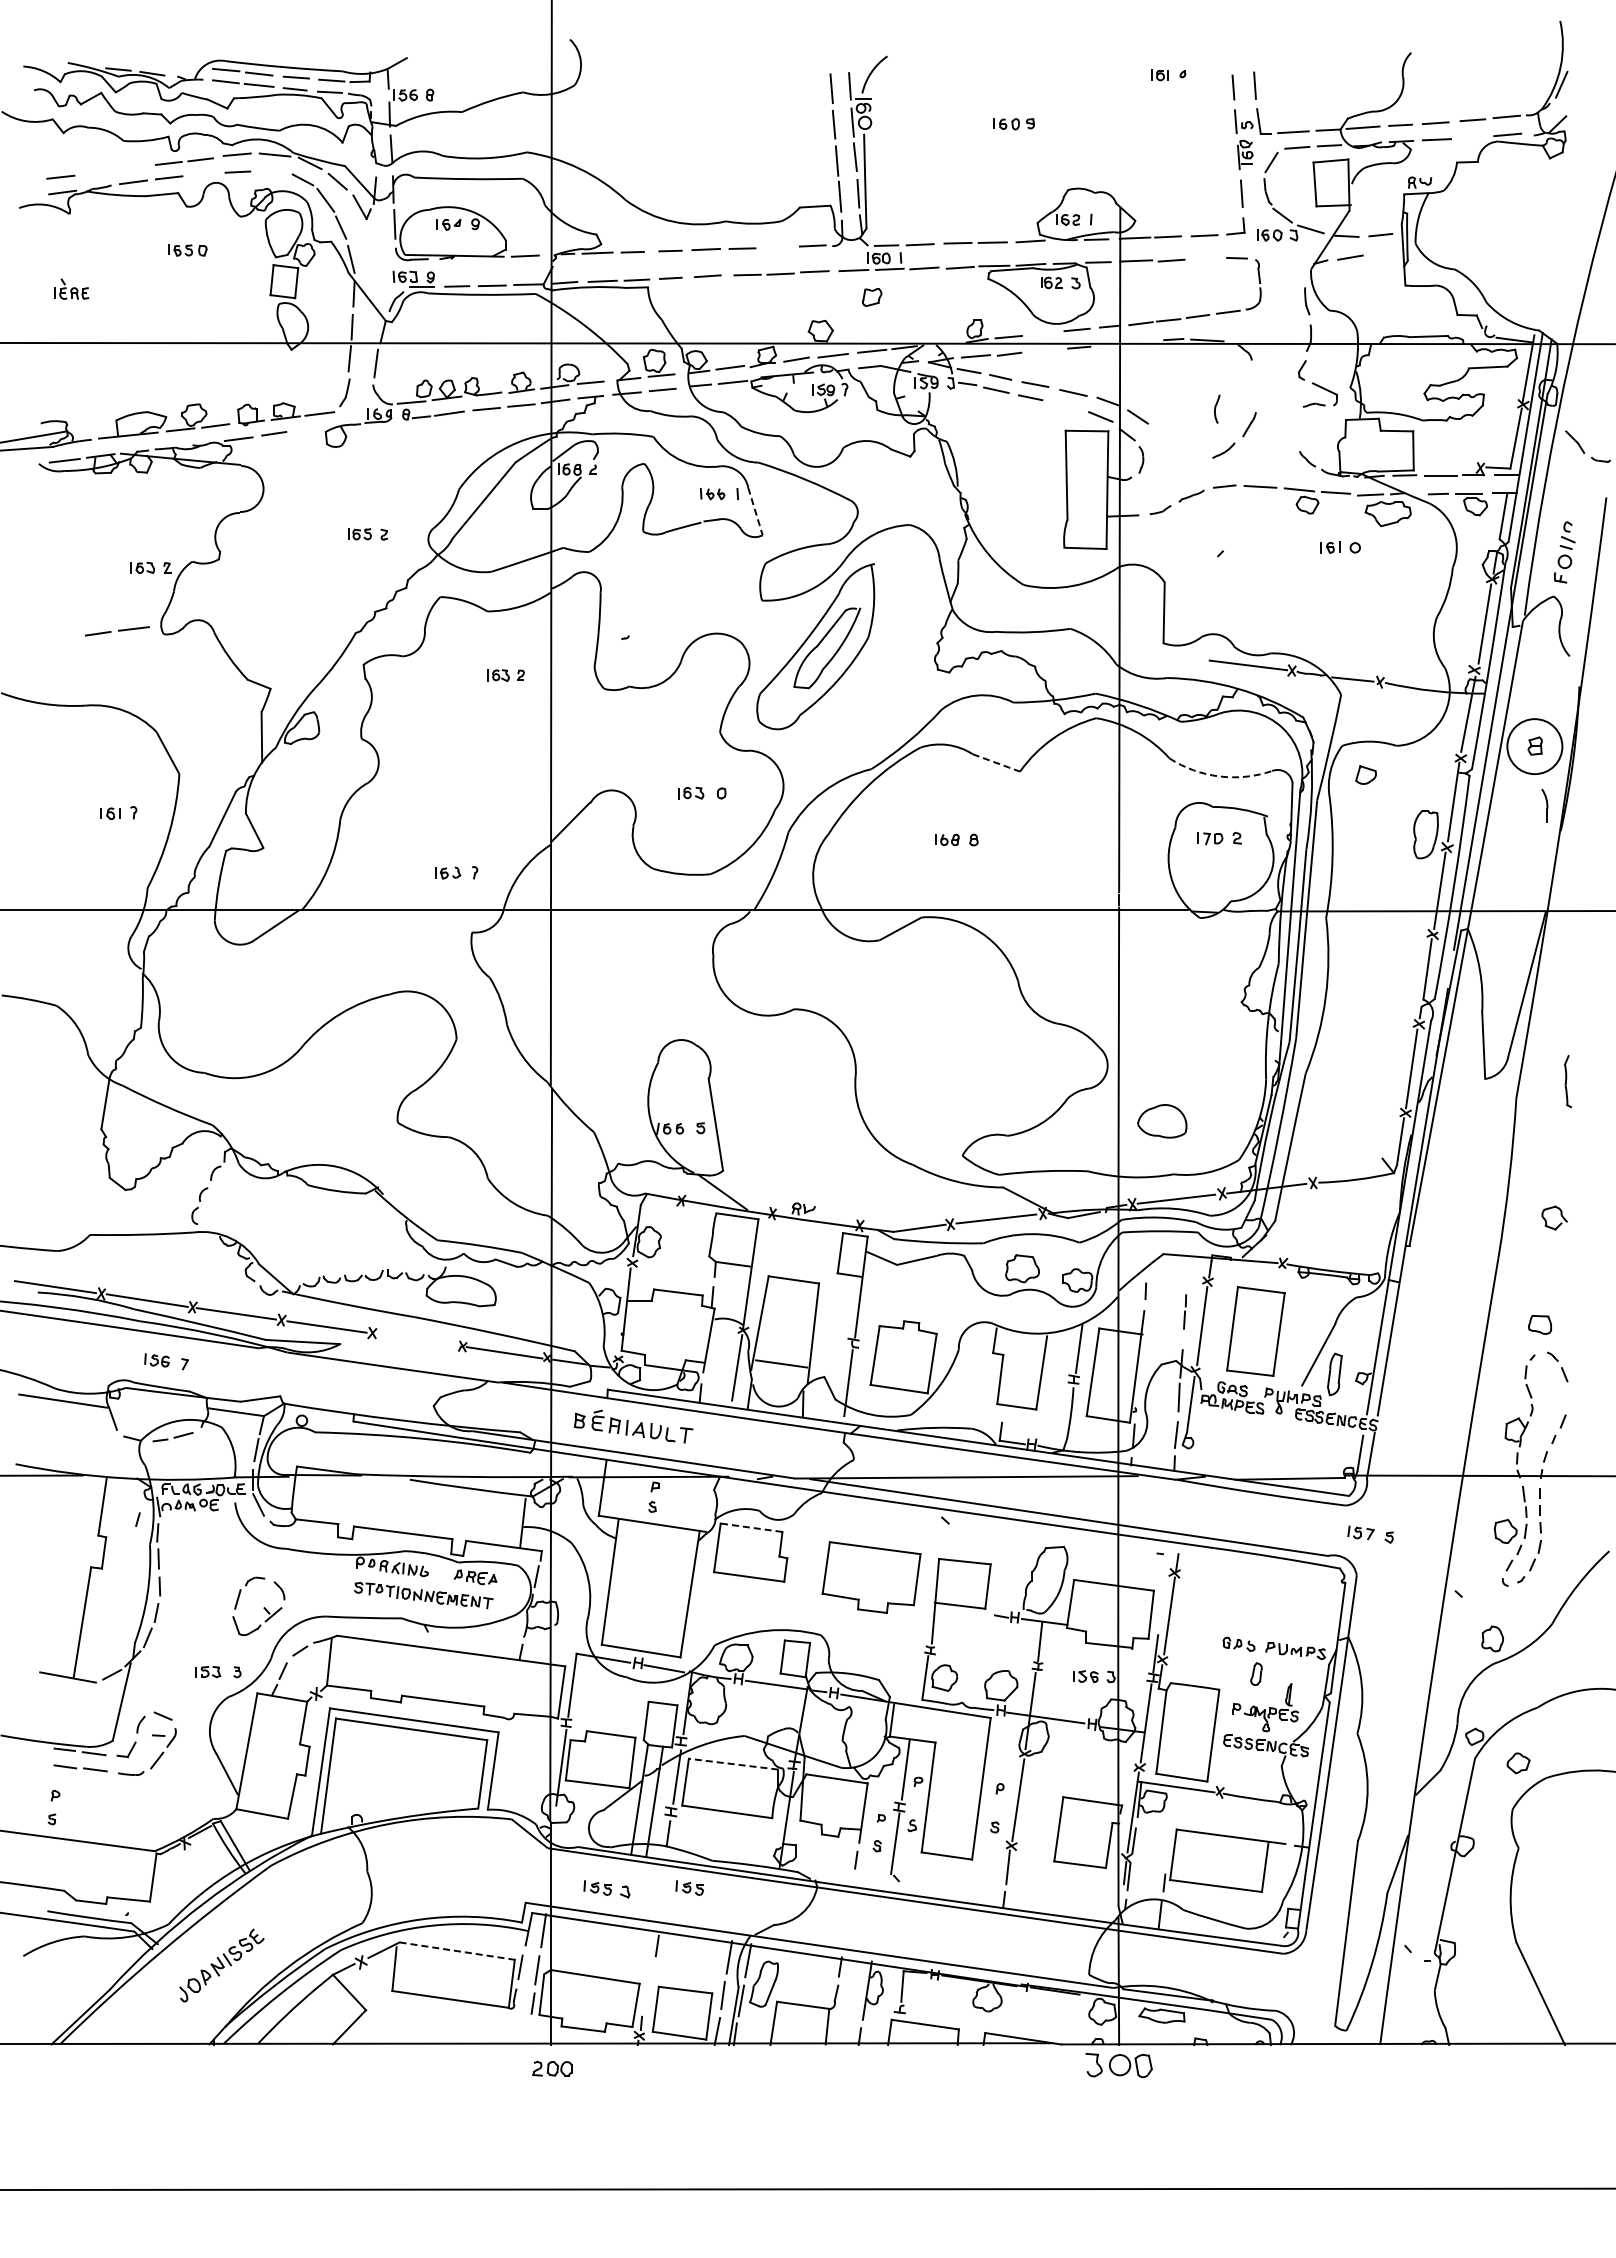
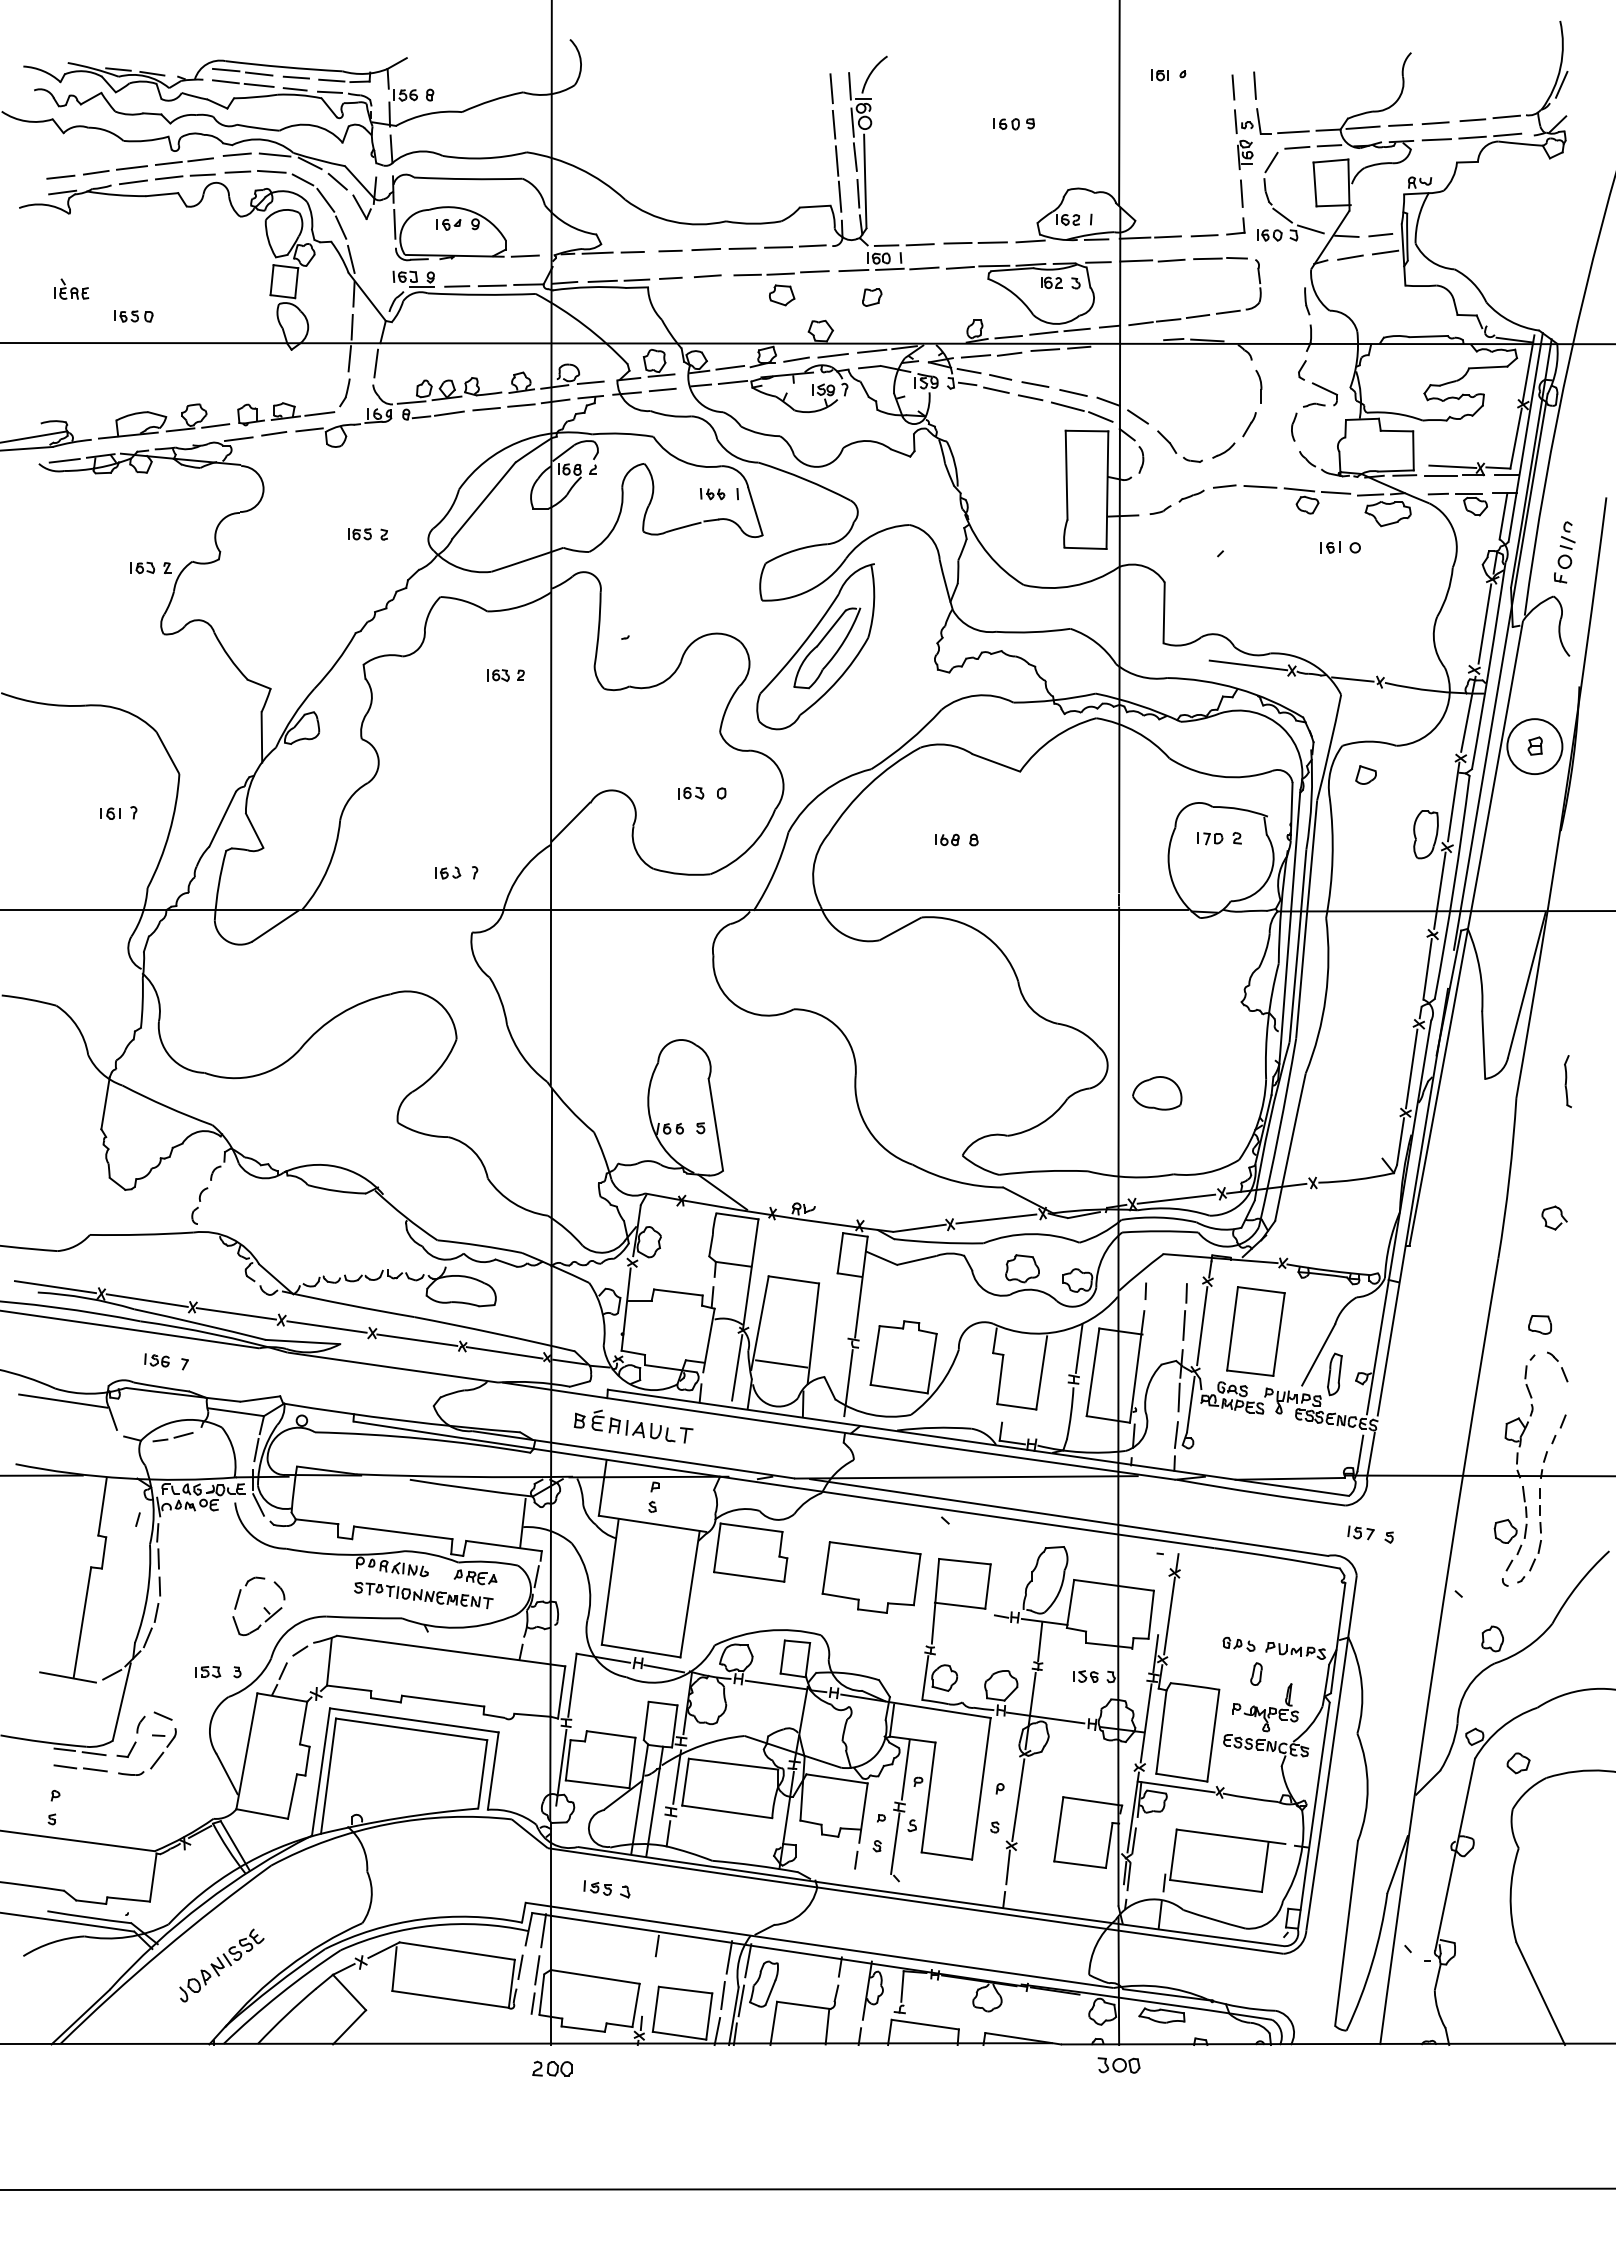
line at (1119, 103): none -> present
line at (1472, 137): none -> present
line at (271, 171): none -> present
line at (202, 174): none -> present
line at (778, 247): none -> present
part at (187, 250) position: (187, 250) -> (133, 316)
line at (1385, 252): none -> present
line at (1207, 258): none -> present
part at (782, 295): none -> present
line at (1043, 332): none -> present
line at (1045, 349): none -> present
line at (1067, 406): none -> present
part at (1217, 408) position: (1217, 408) -> (1294, 426)
line at (309, 429): none -> present
part at (1587, 446) position: (1587, 446) -> (1179, 446)
line at (1452, 466): none -> present
line at (755, 511): dashed -> solid
line at (118, 631) position: (118, 631) -> (116, 170)
line at (996, 763): dashed -> solid
arc at (1219, 776): dashed -> solid
part at (1544, 805) position: (1544, 805) -> (1258, 386)
part at (1162, 1121) position: (1162, 1121) -> (1157, 1093)
part at (1185, 1311) size: 5x36 px -> 6x58 px
line at (417, 1339): none -> present
line at (751, 1527): dashed -> solid
line at (733, 1764): dashed -> solid
part at (689, 1887): present -> none
line at (457, 1951): dashed -> solid
part at (1118, 2065) size: 68x26 px -> 44x17 px
